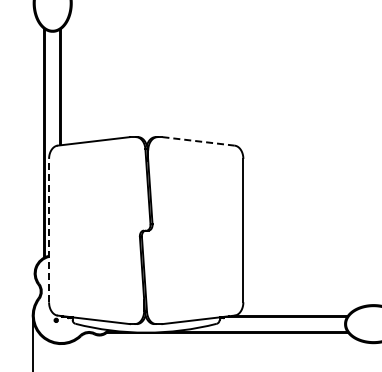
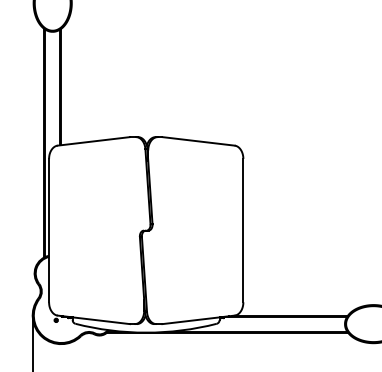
line at (199, 141): dashed -> solid
line at (49, 230): dashed -> solid
